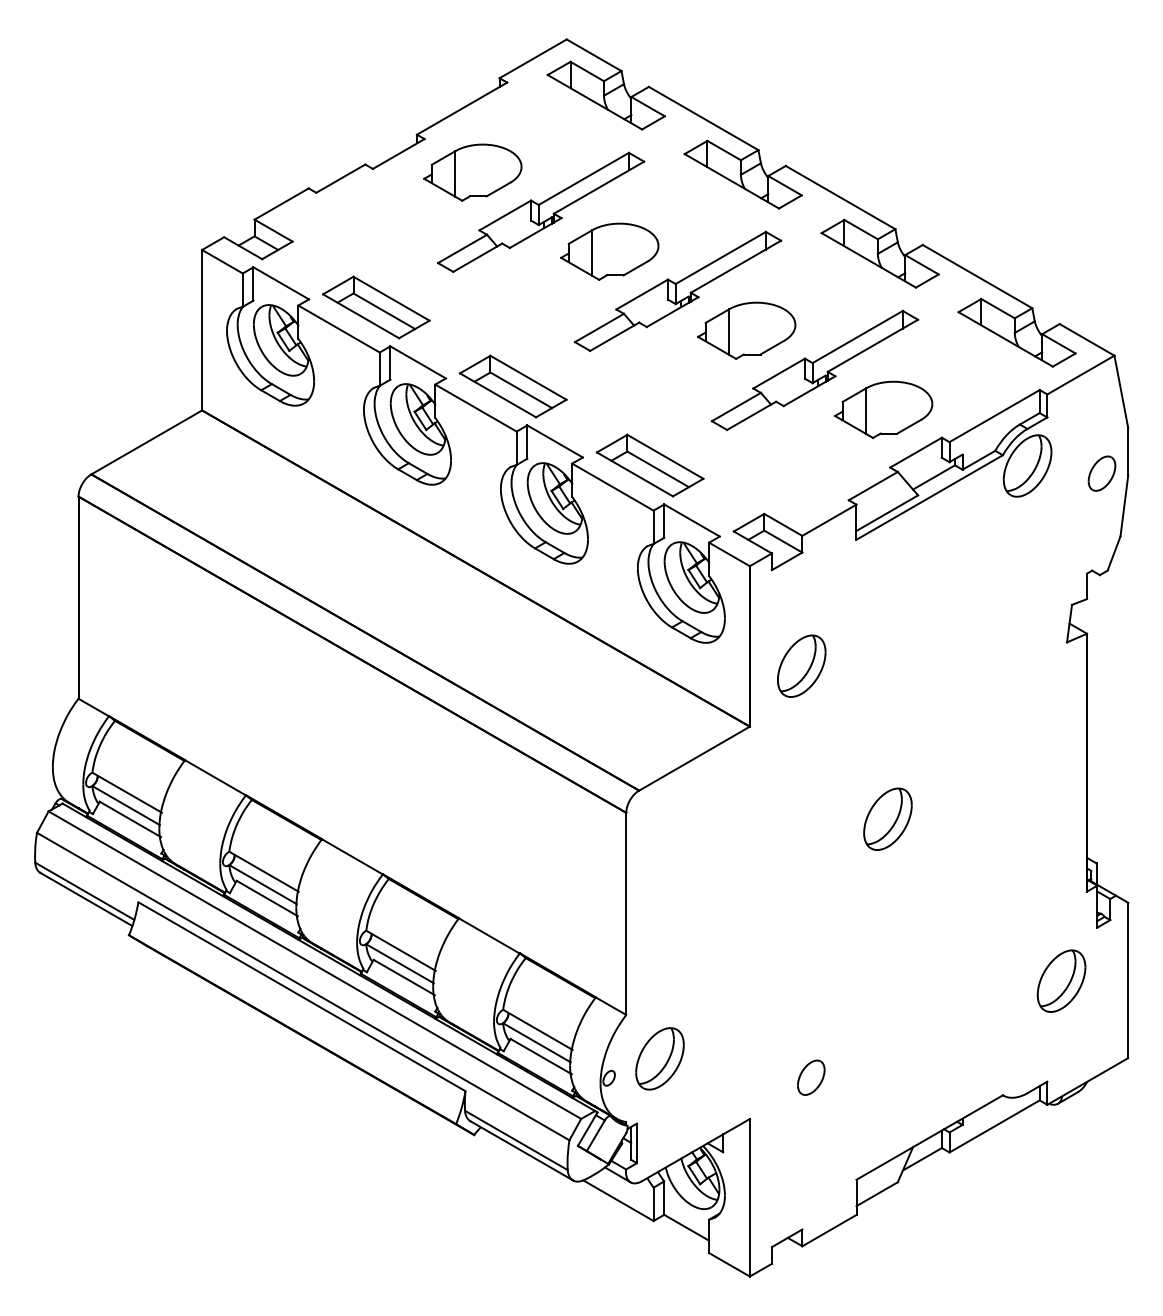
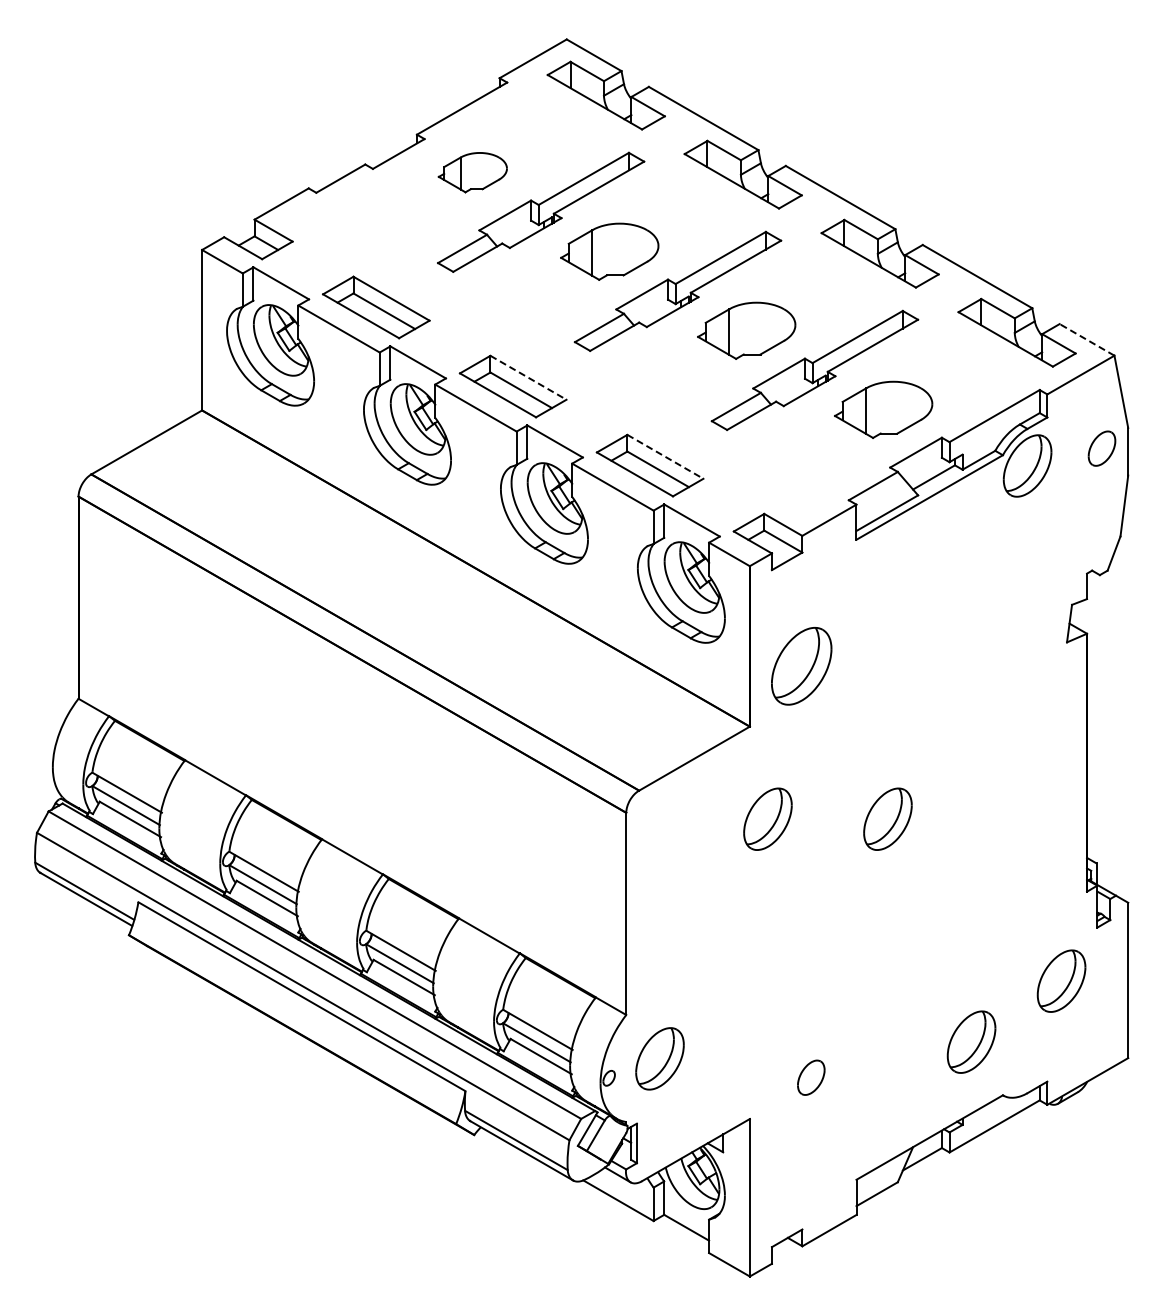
part at (472, 172) size: 100x59 px -> 71x42 px
line at (1087, 339): solid -> dashed
line at (528, 377): solid -> dashed
line at (665, 456): solid -> dashed
part at (1101, 473) position: (1101, 473) -> (1101, 448)
part at (801, 665) size: 50x64 px -> 62x79 px
part at (767, 818): none -> present
part at (971, 1041): none -> present
